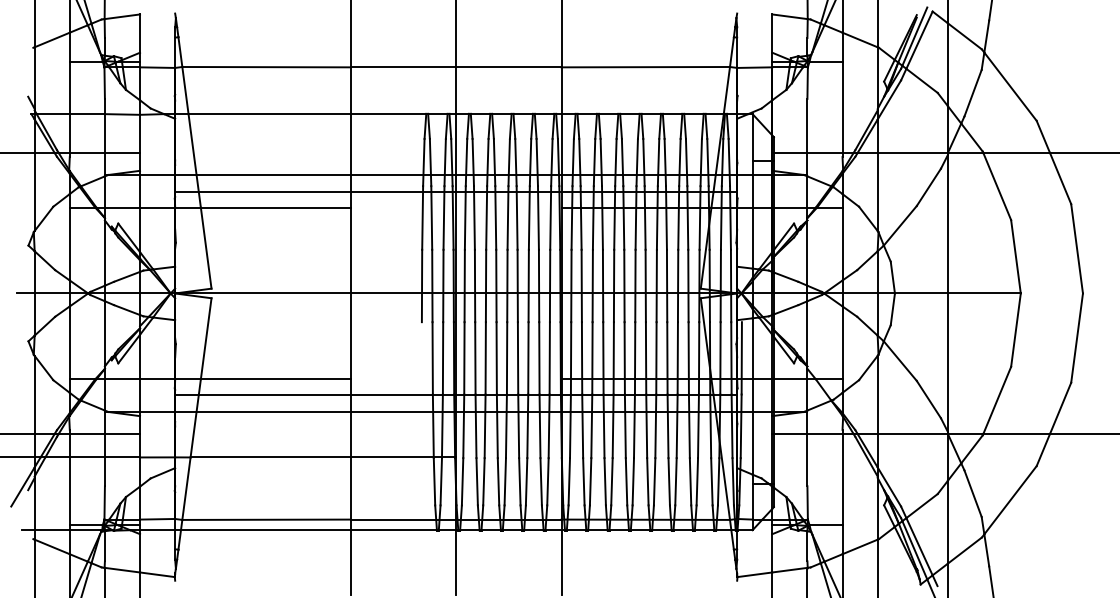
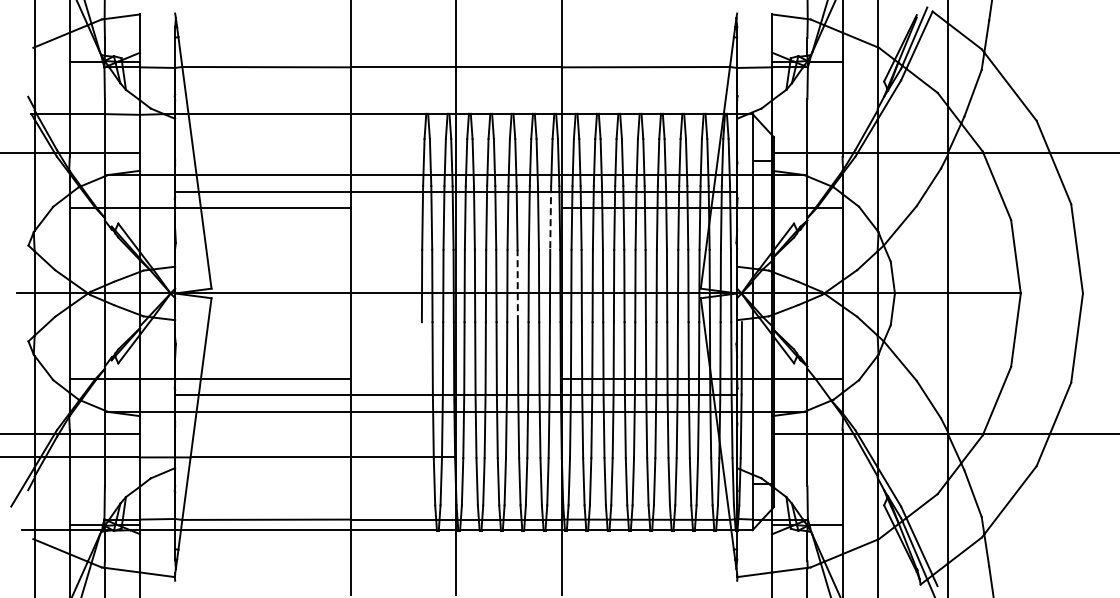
line at (550, 217): solid -> dashed
line at (517, 285): solid -> dashed
